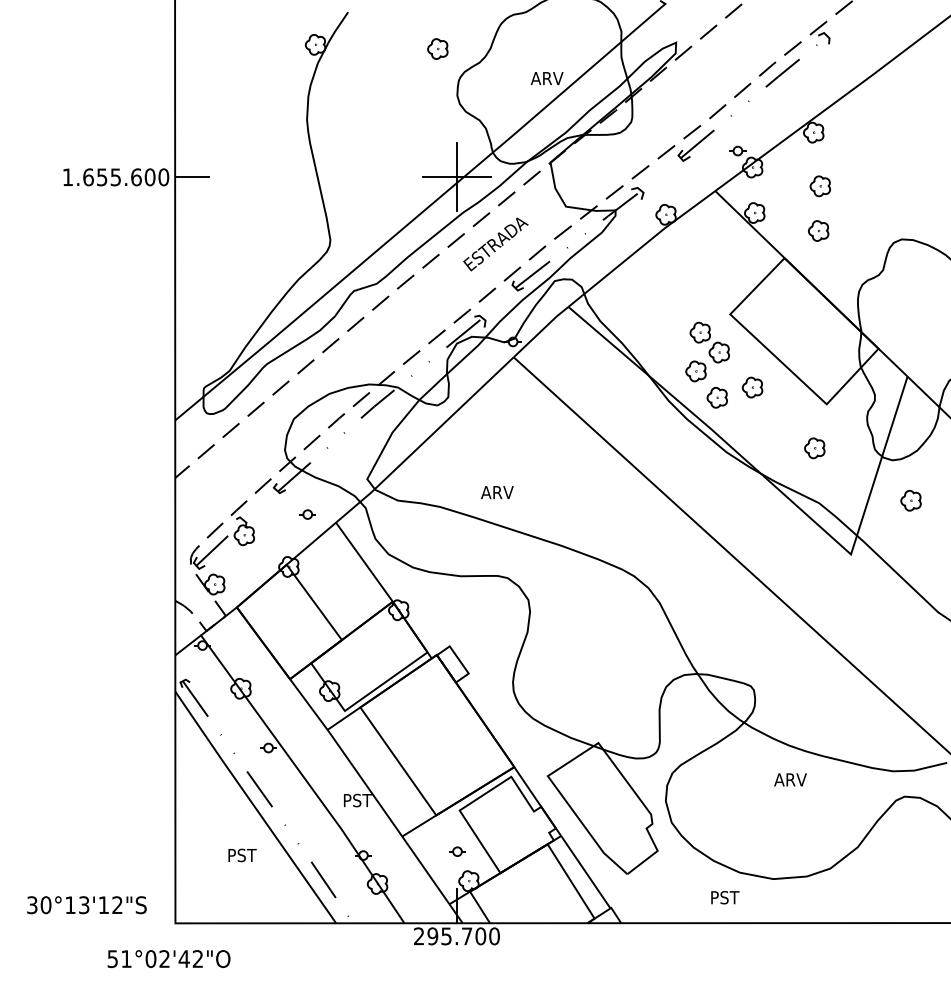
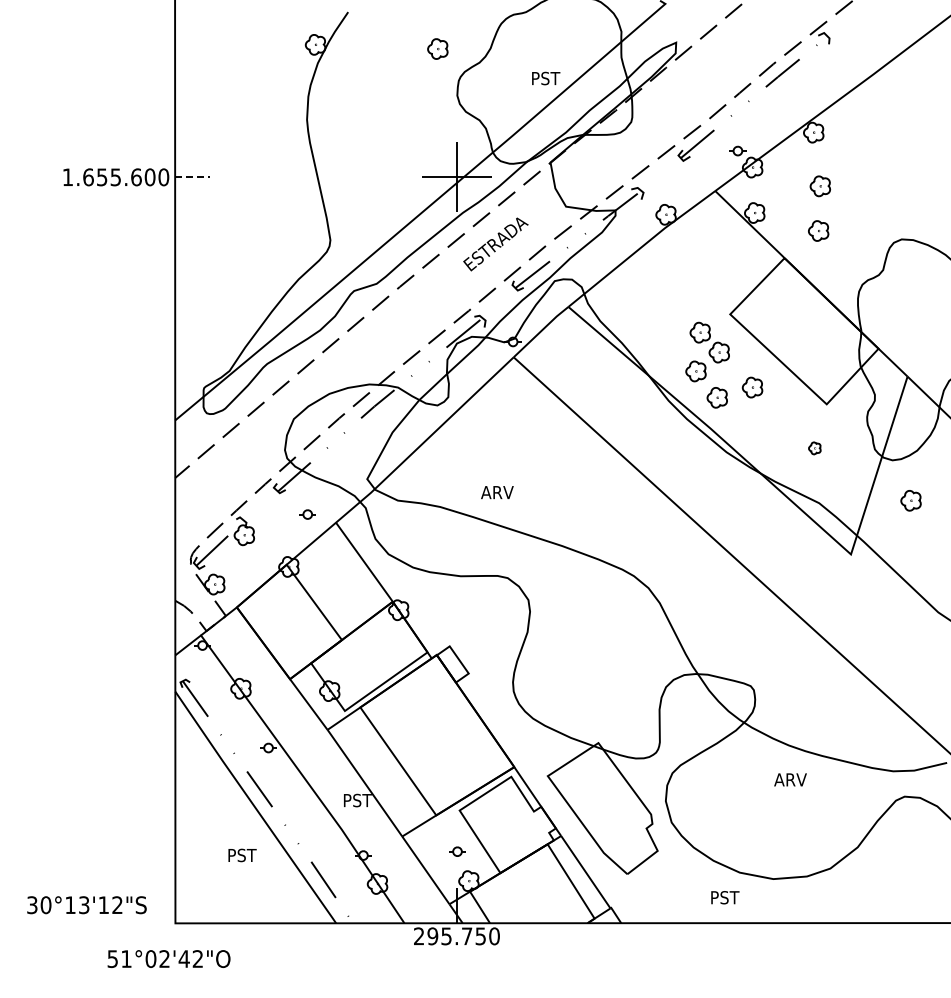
text at (546, 78): ARV -> PST
line at (193, 177): solid -> dashed
part at (814, 448) size: 22x23 px -> 14x15 px
text at (480, 936): 295.700 -> 295.750
